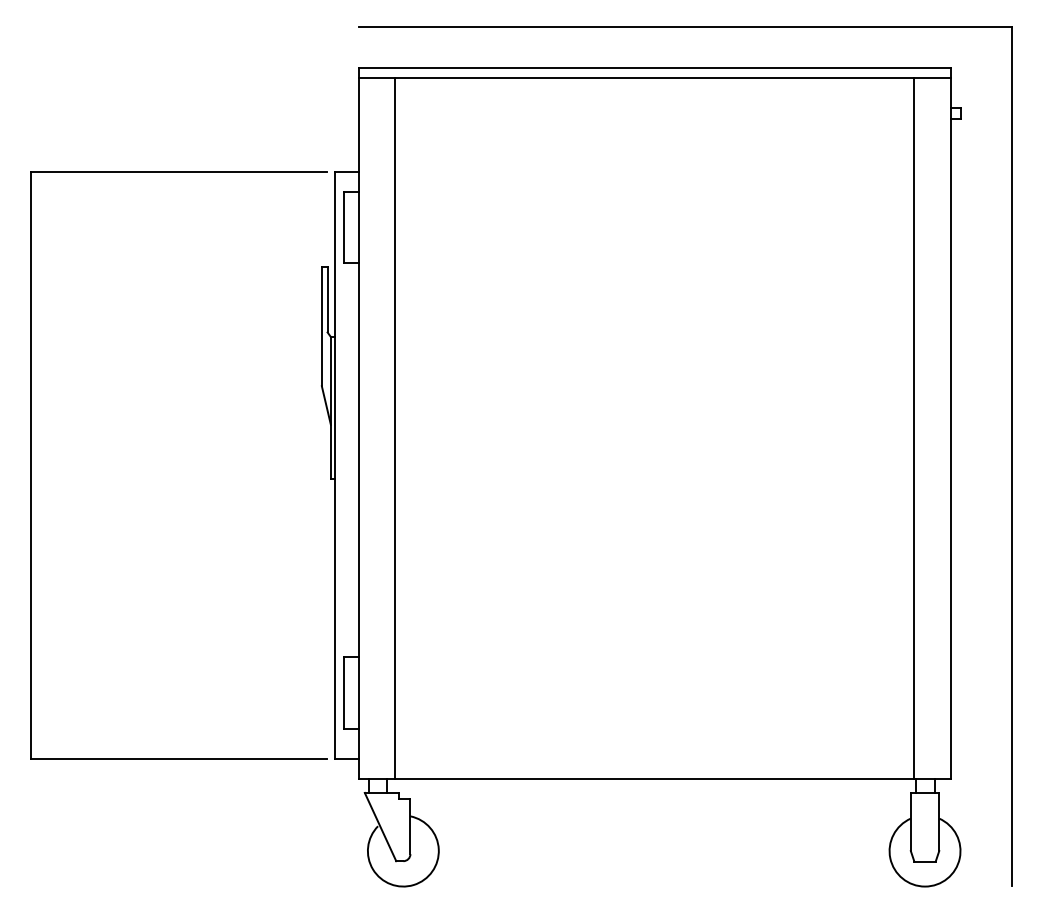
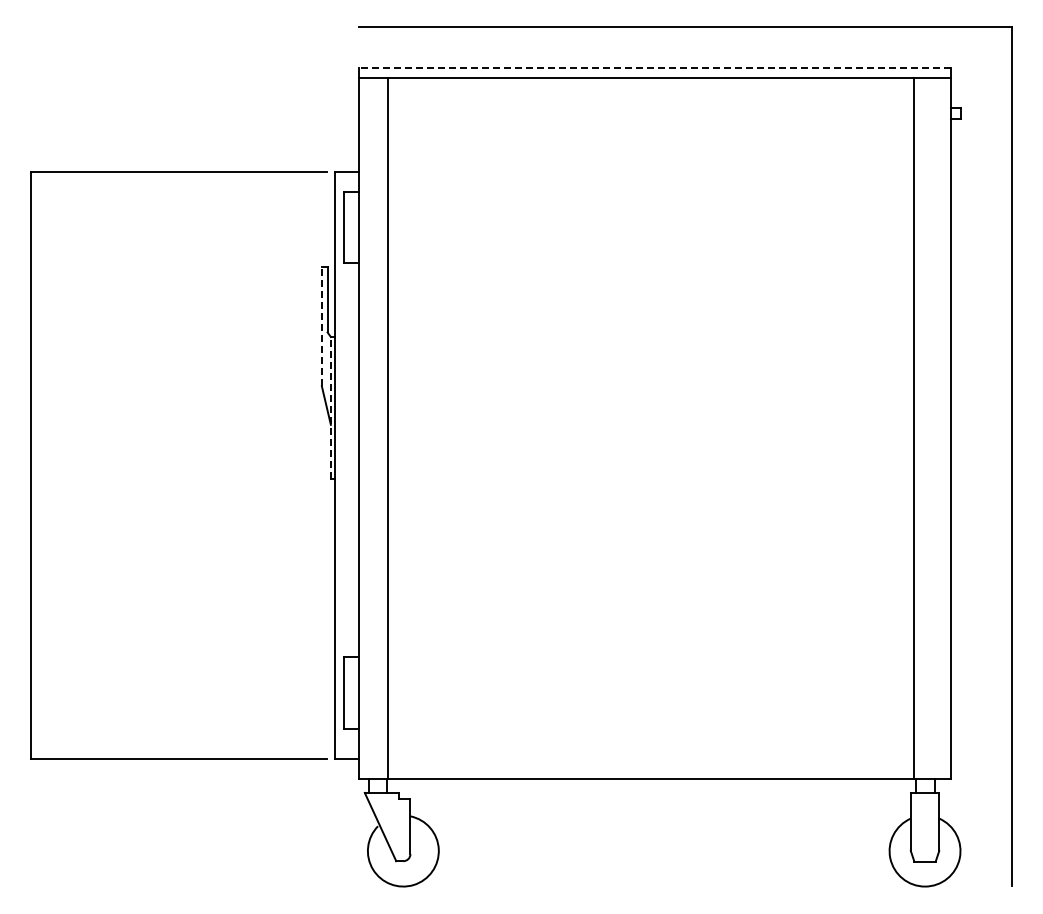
line at (654, 67): solid -> dashed
line at (321, 326): solid -> dashed
line at (330, 407): solid -> dashed
line at (395, 428) position: (395, 428) -> (388, 428)
